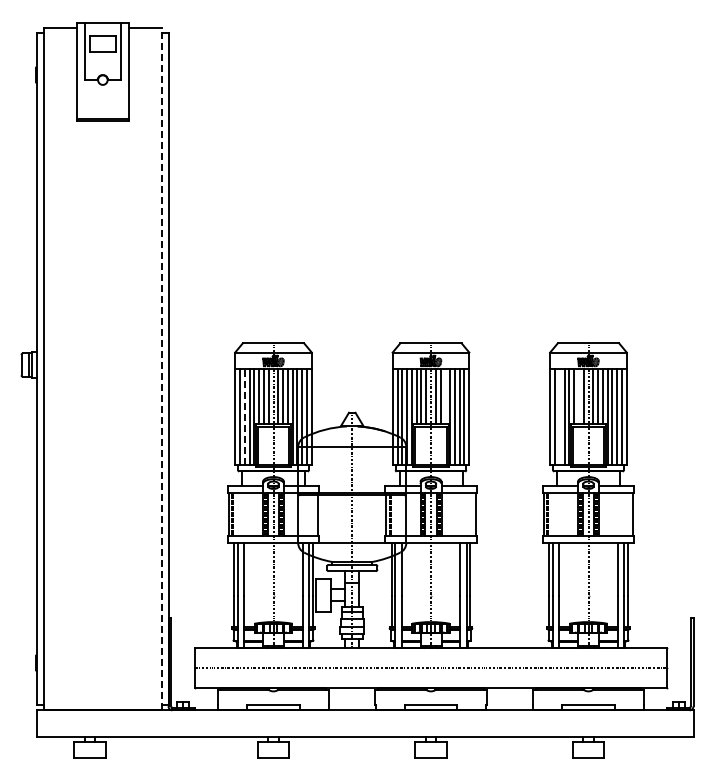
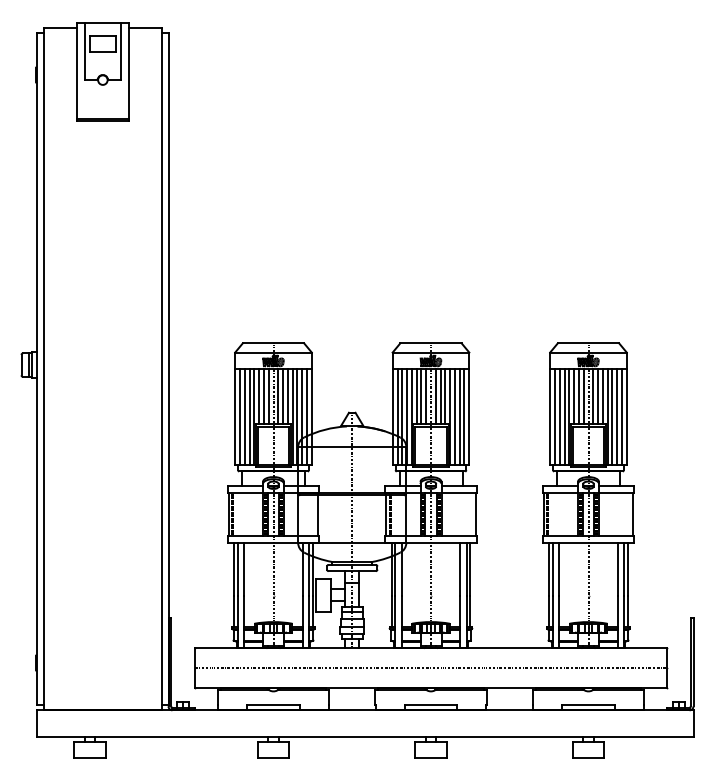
line at (161, 368): dashed -> solid
line at (445, 396): none -> present
line at (578, 396): none -> present
line at (244, 416): dashed -> solid
line at (559, 416): none -> present
